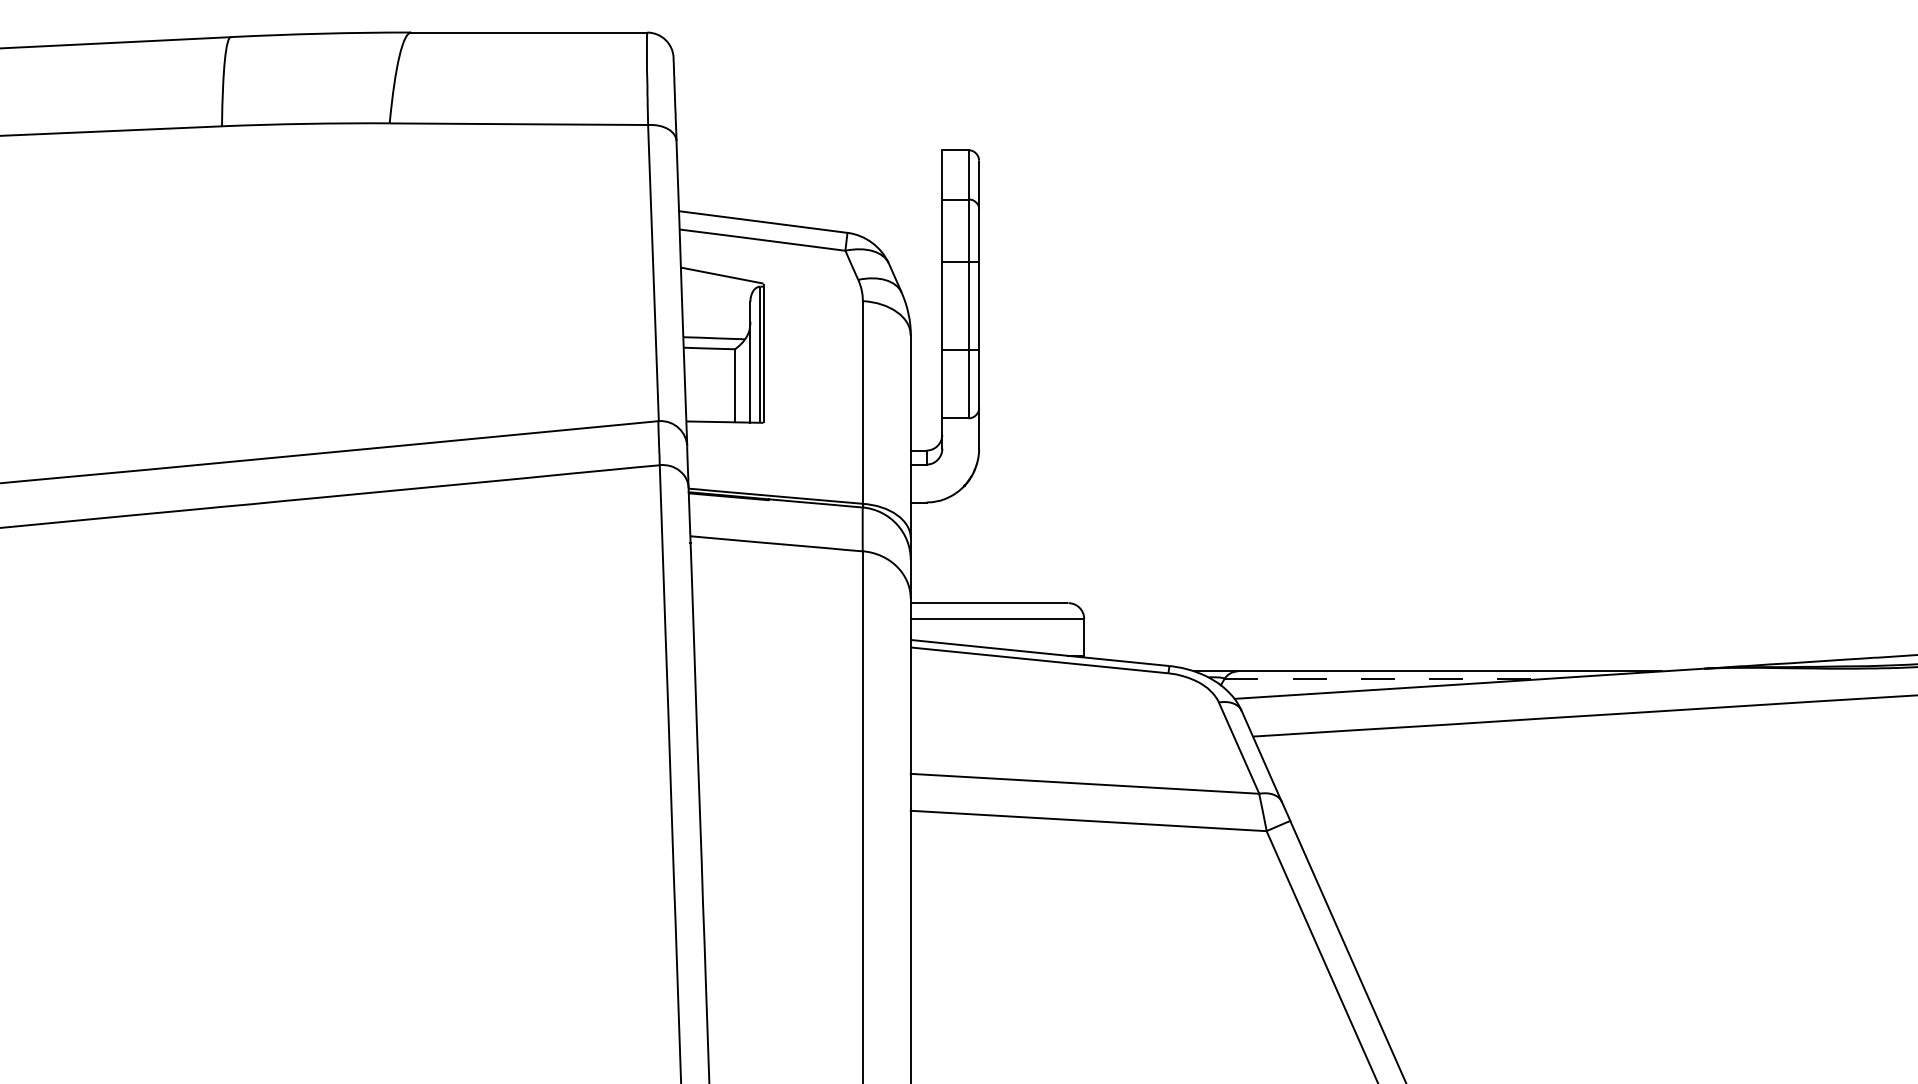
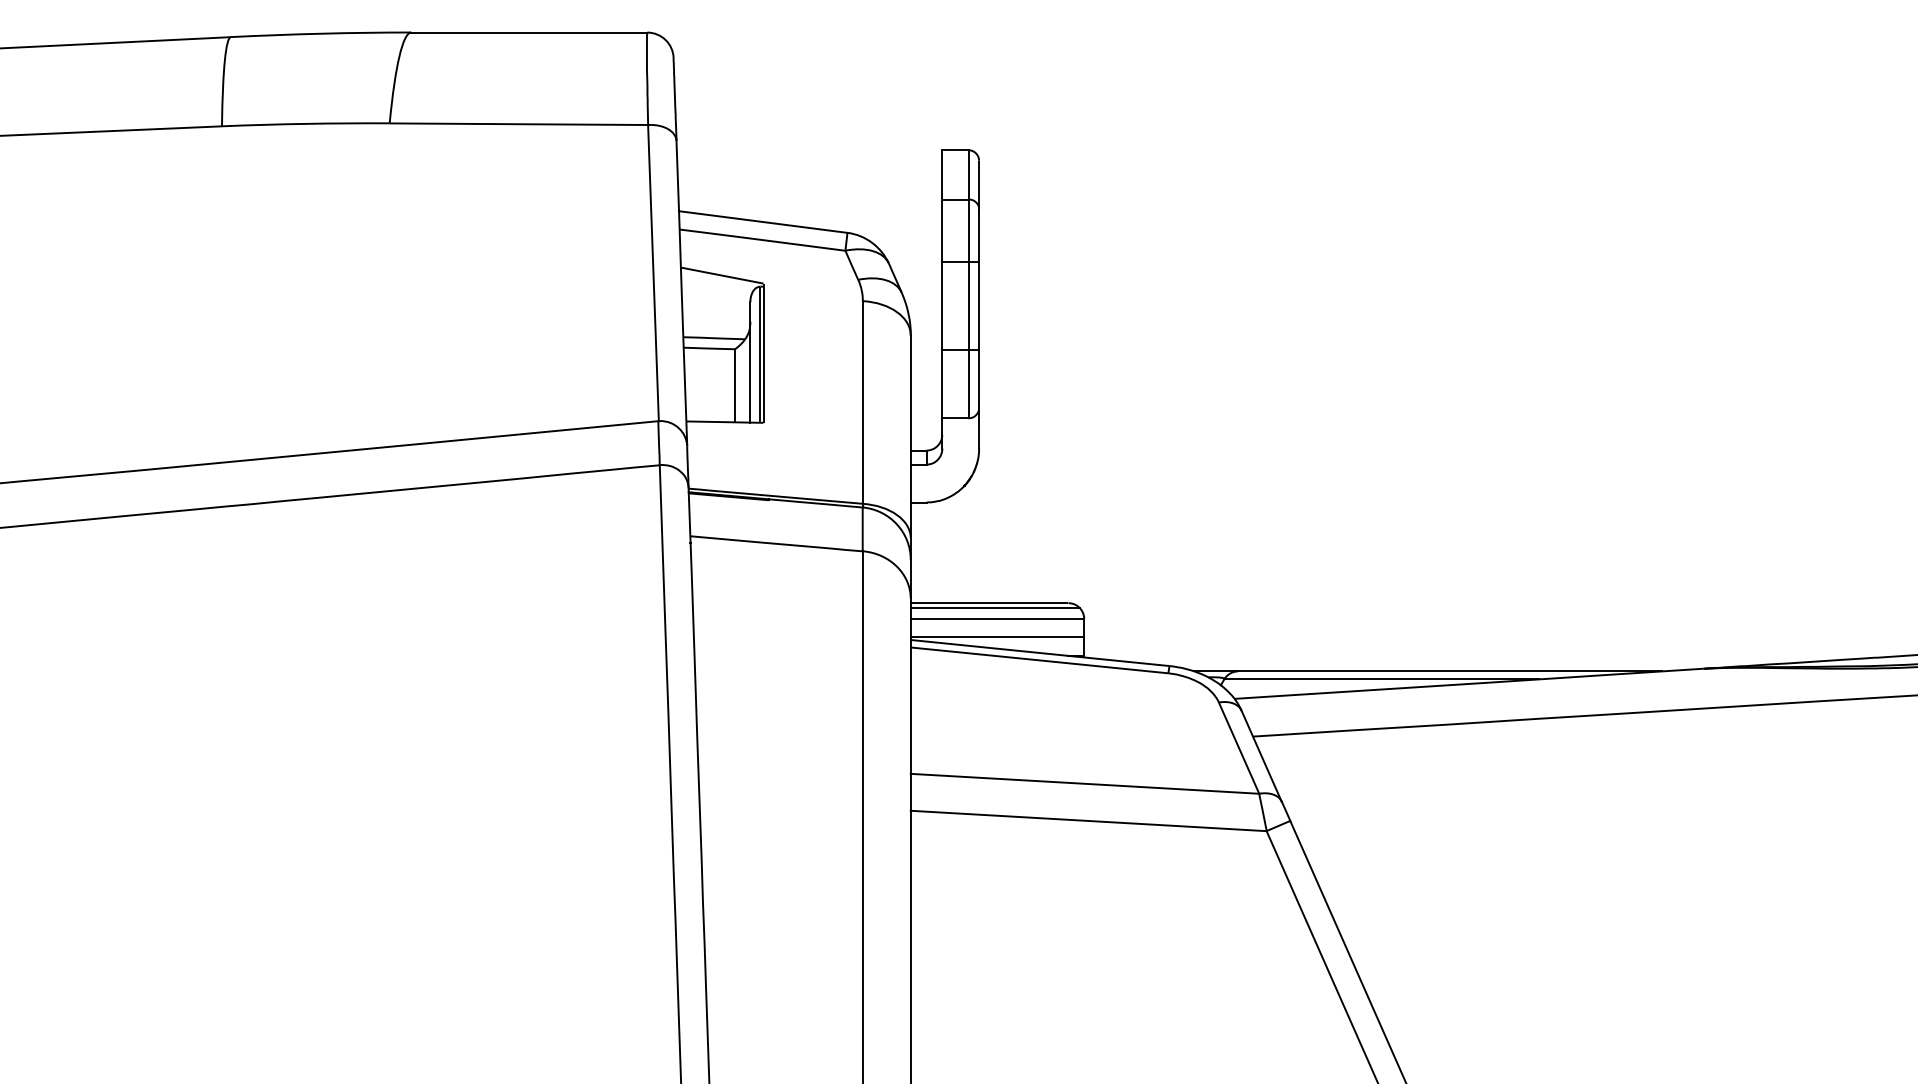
line at (994, 607): none -> present
line at (997, 637): none -> present
line at (1382, 679): dashed -> solid
